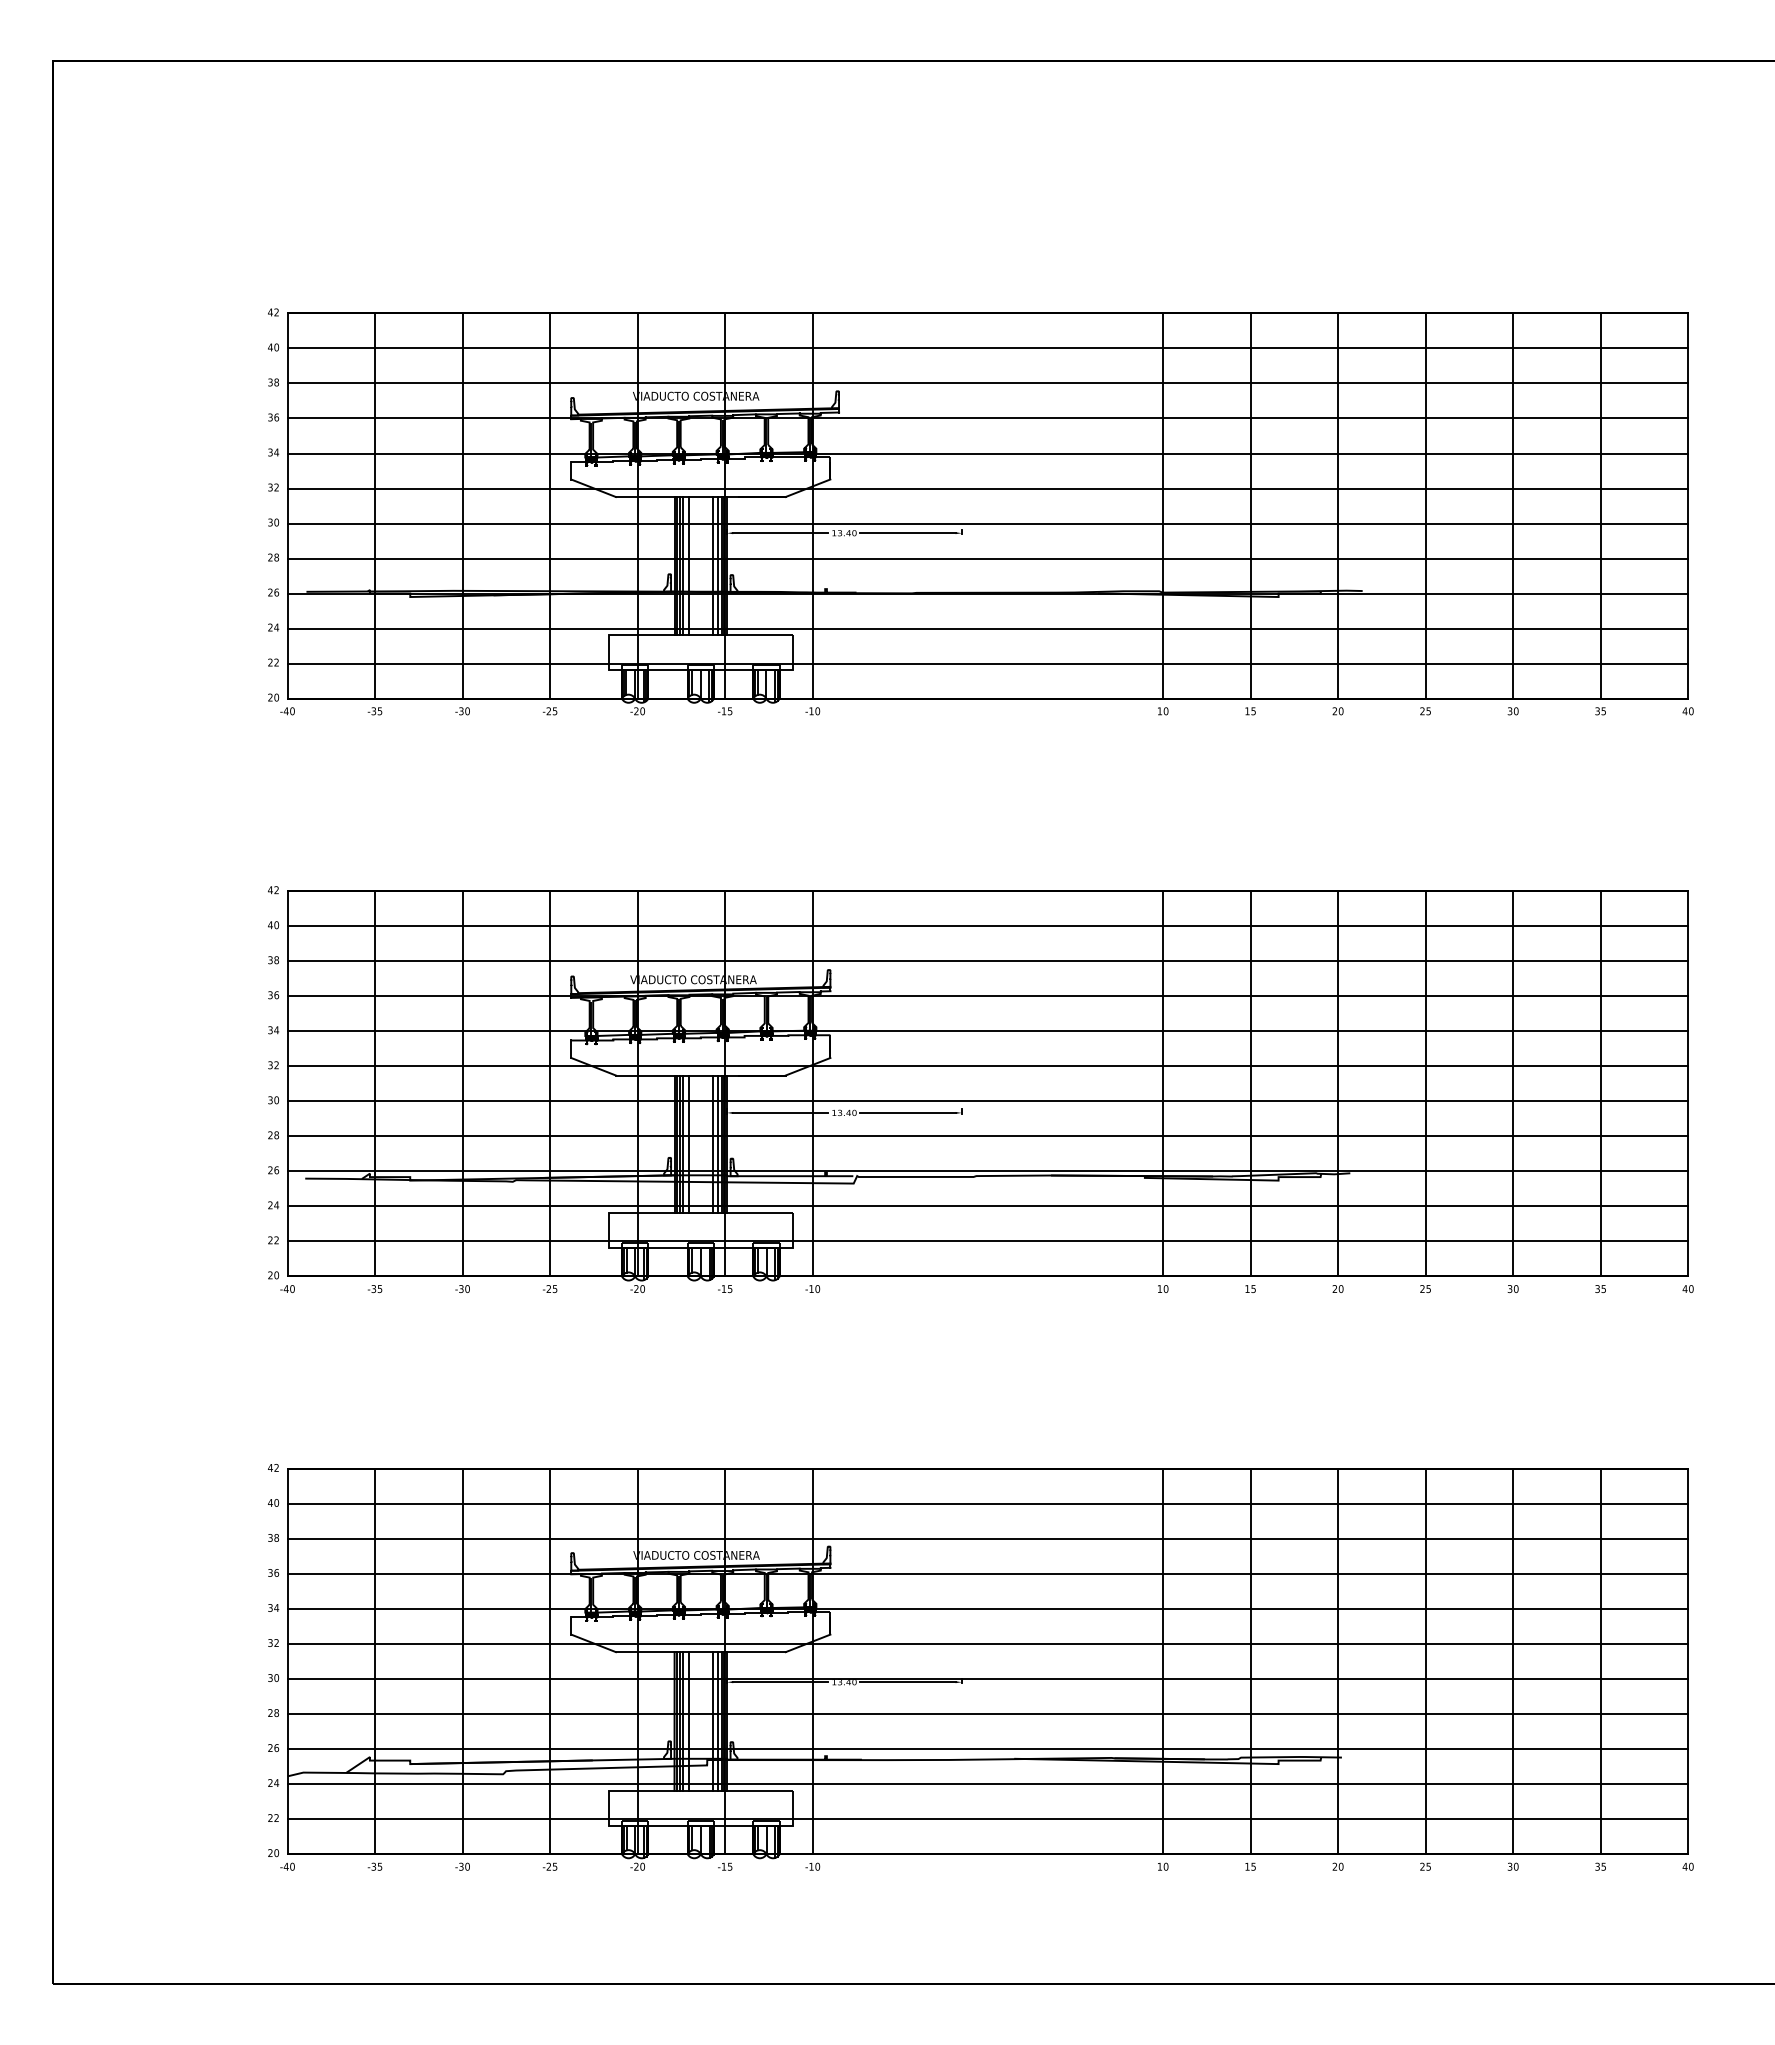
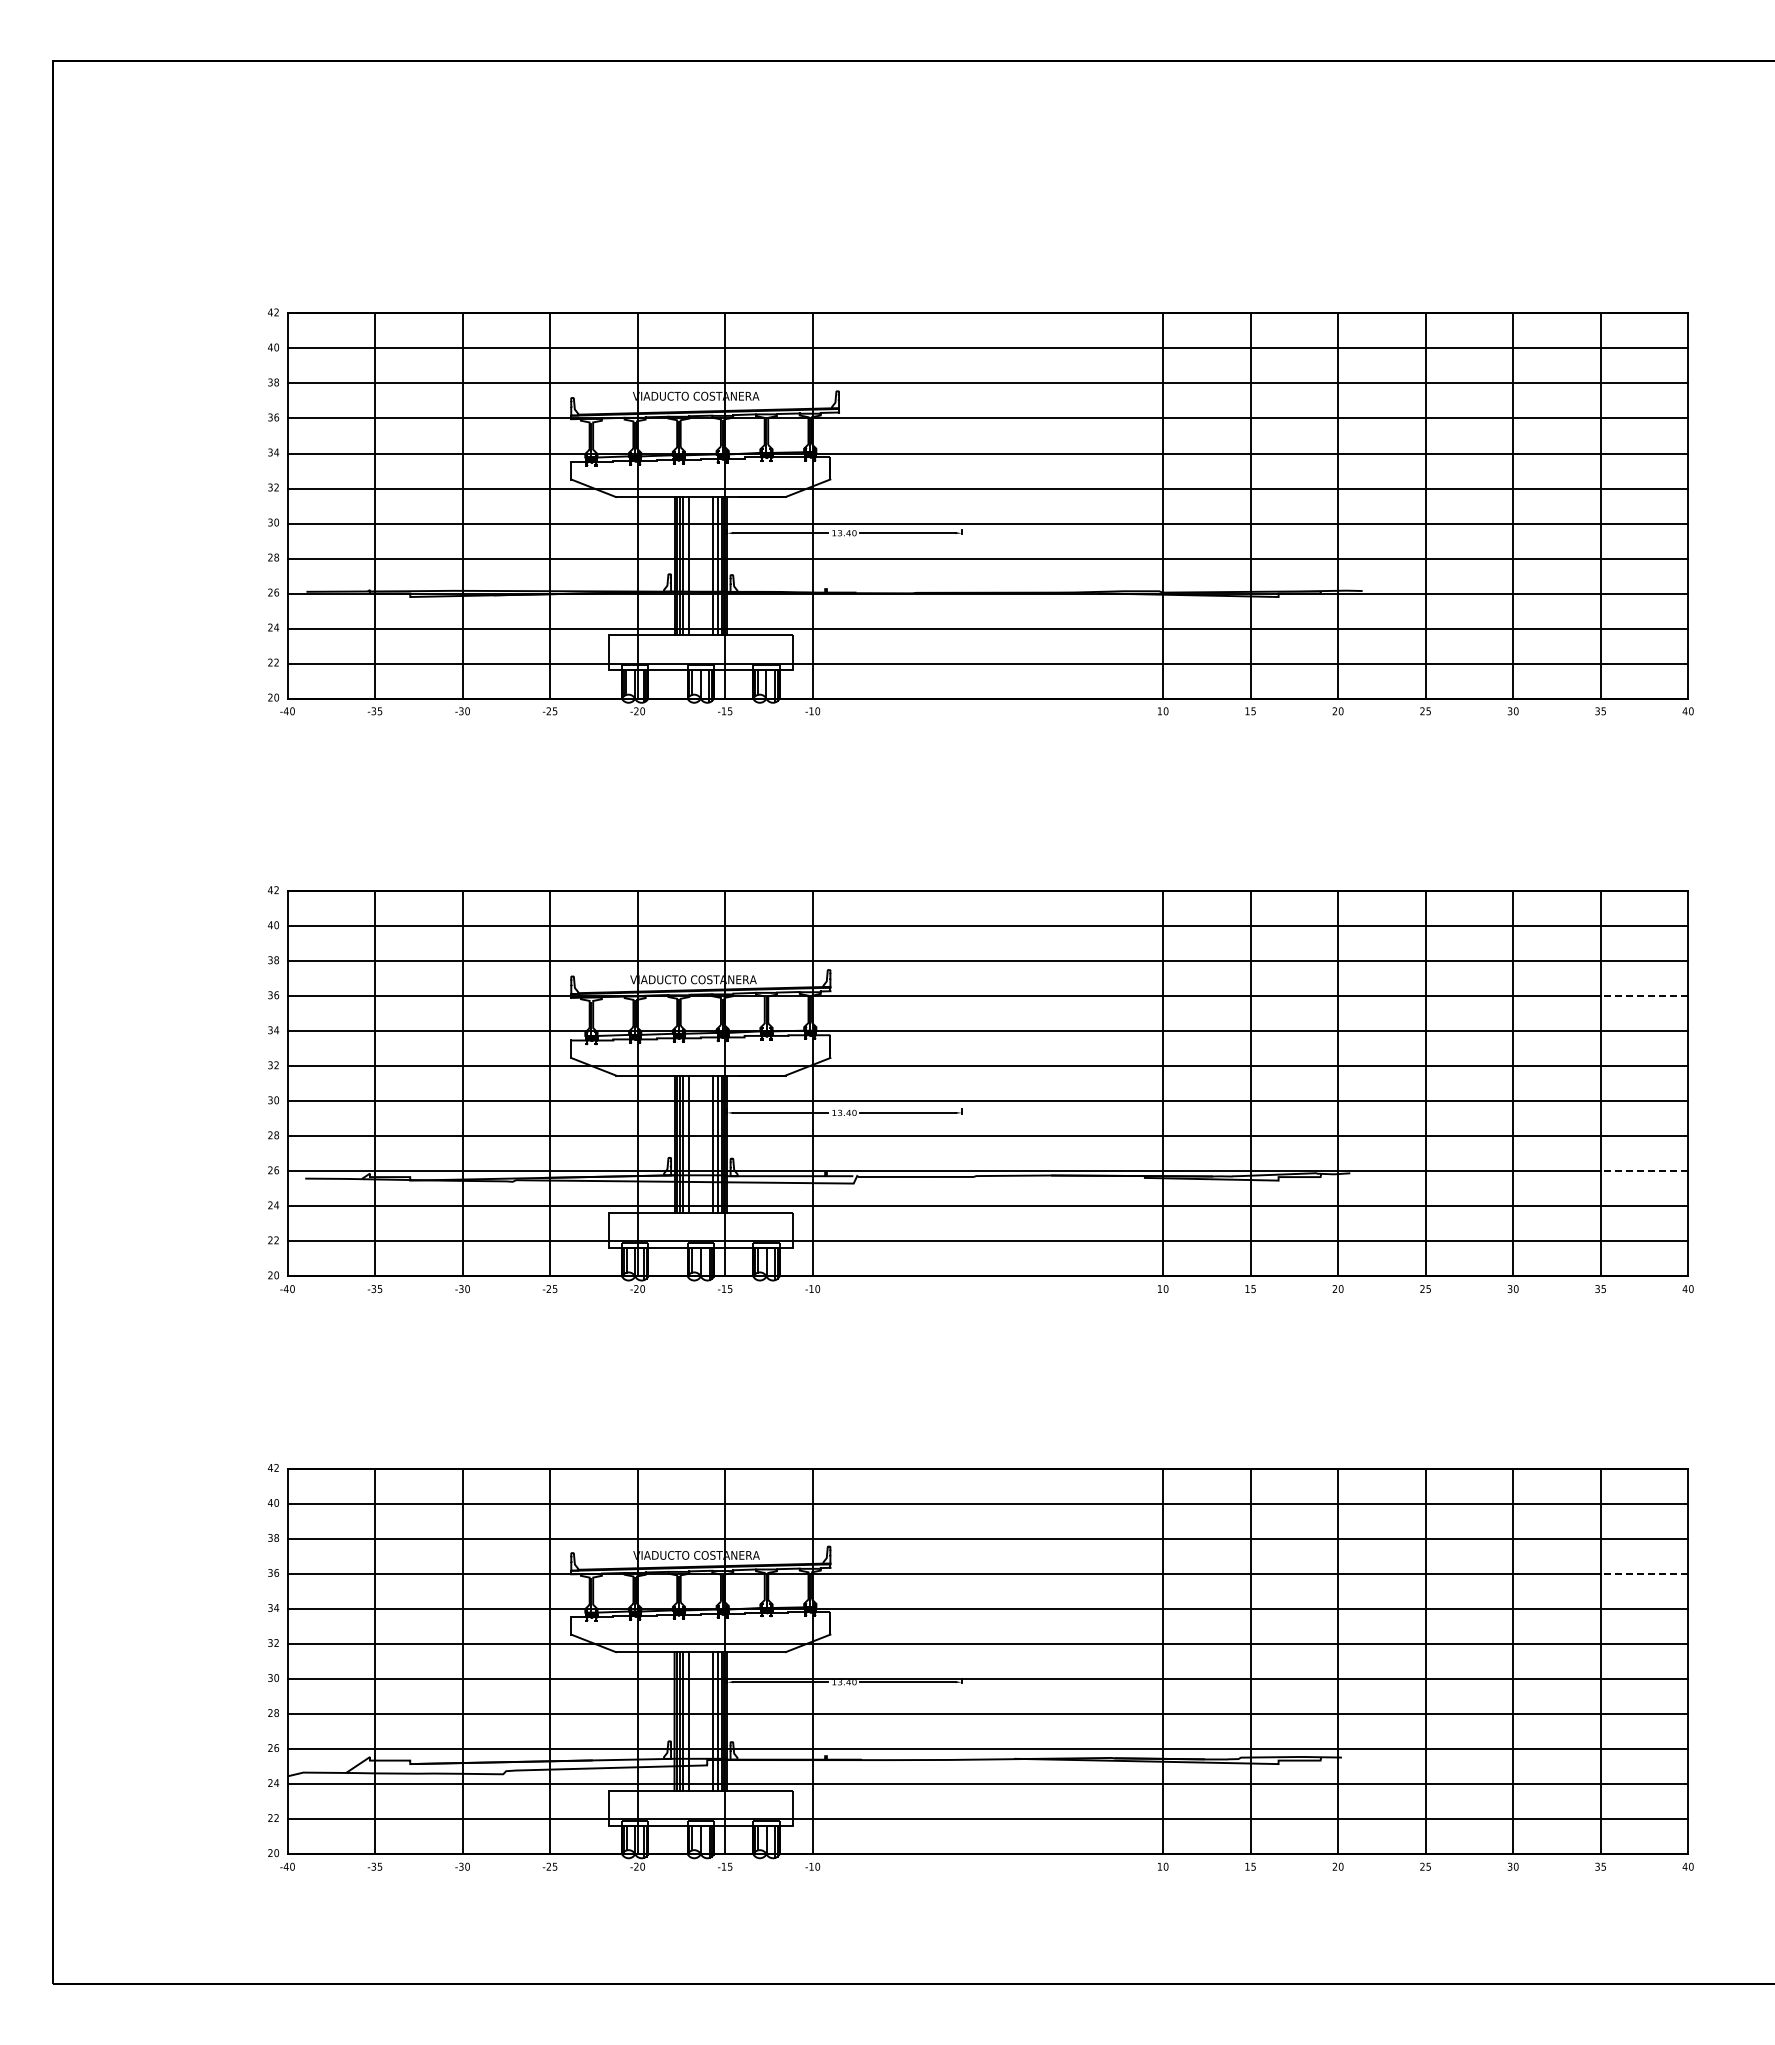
line at (1644, 996): solid -> dashed
line at (1644, 1171): solid -> dashed
line at (1644, 1573): solid -> dashed
